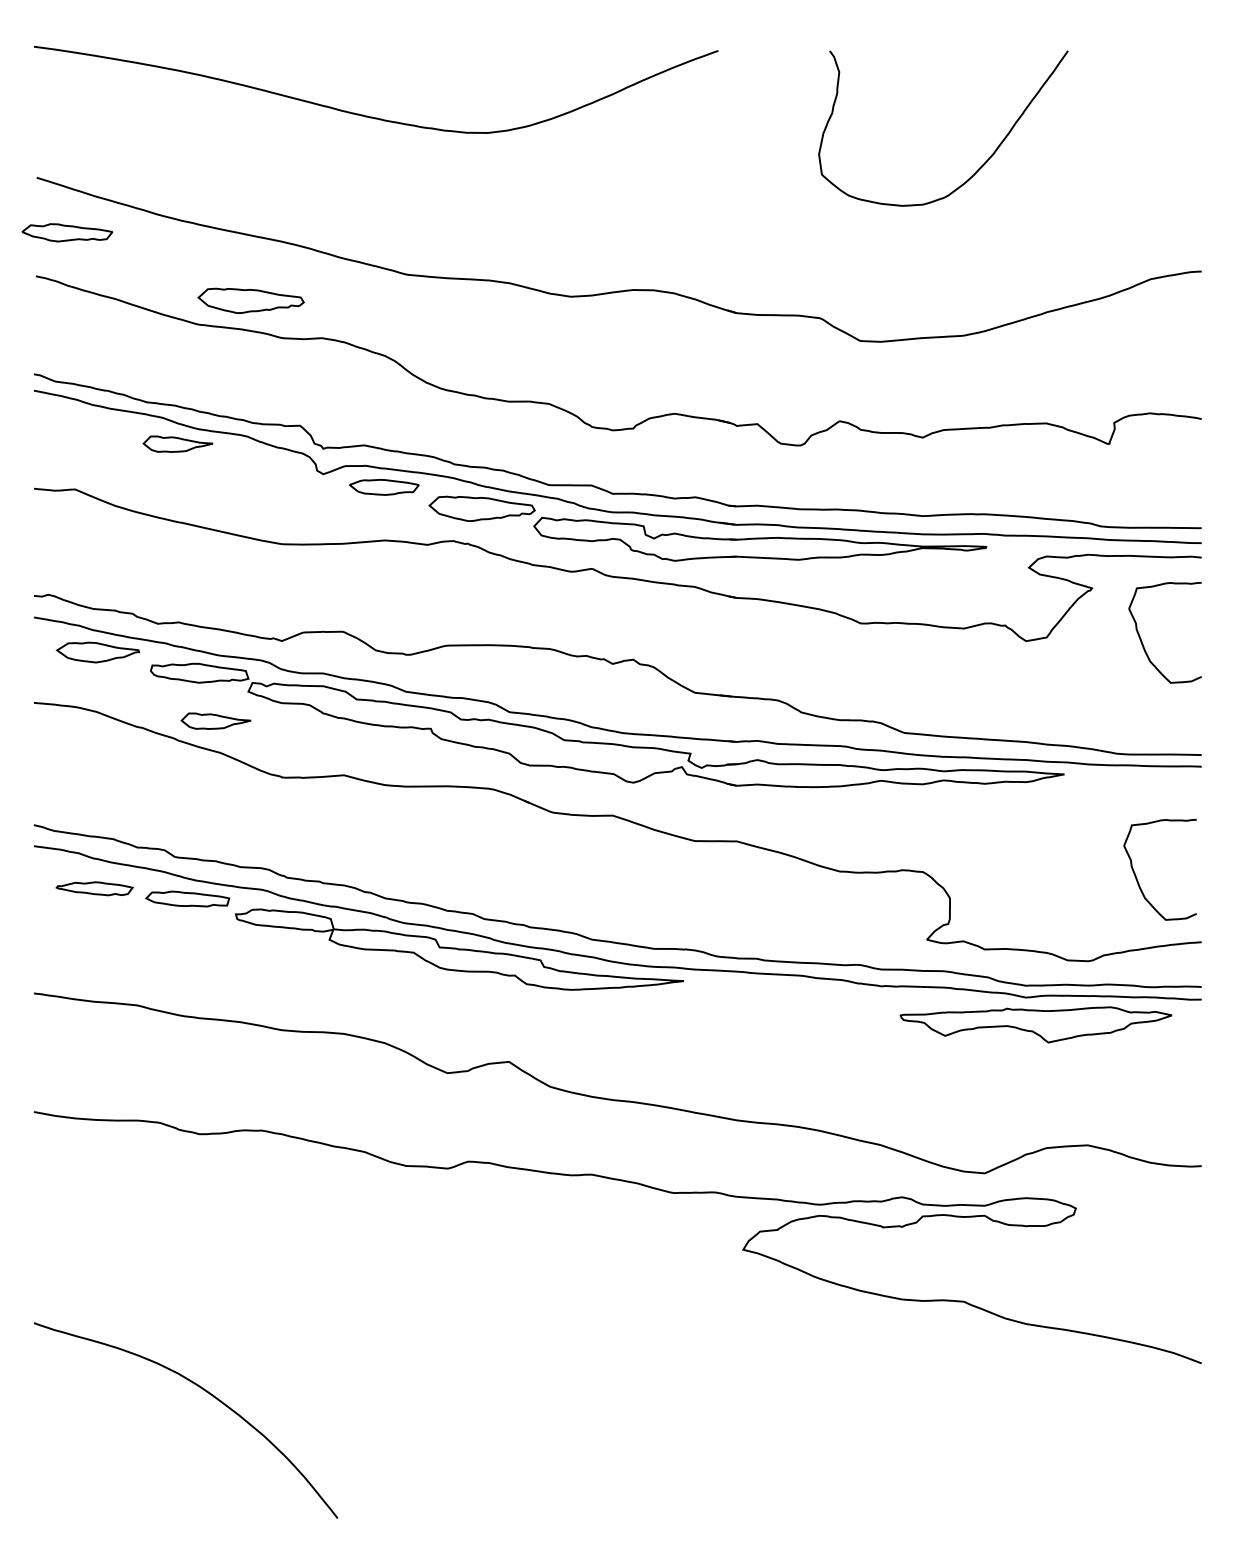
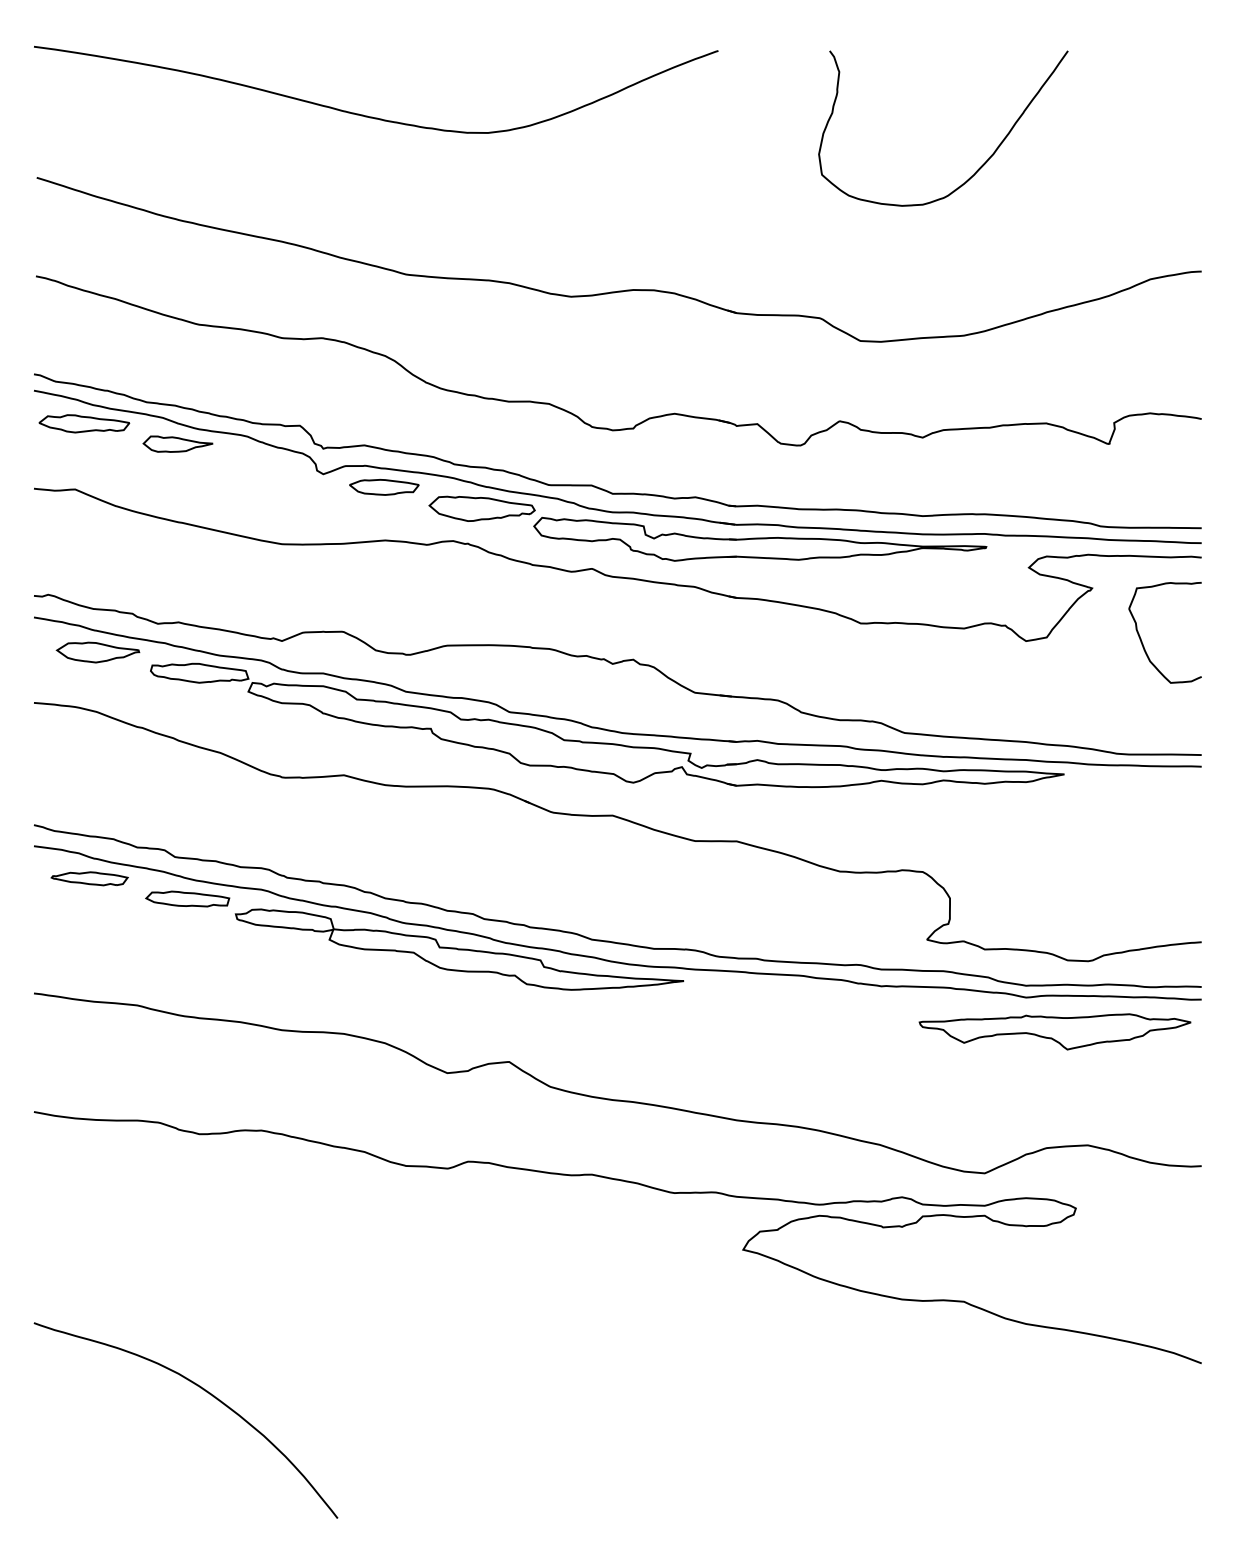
part at (67, 232) position: (67, 232) -> (84, 423)
part at (250, 300): present -> none
part at (215, 720): present -> none
curve at (1138, 880): present -> none
part at (94, 888) position: (94, 888) -> (89, 878)
part at (1035, 1024) position: (1035, 1024) -> (1054, 1031)
